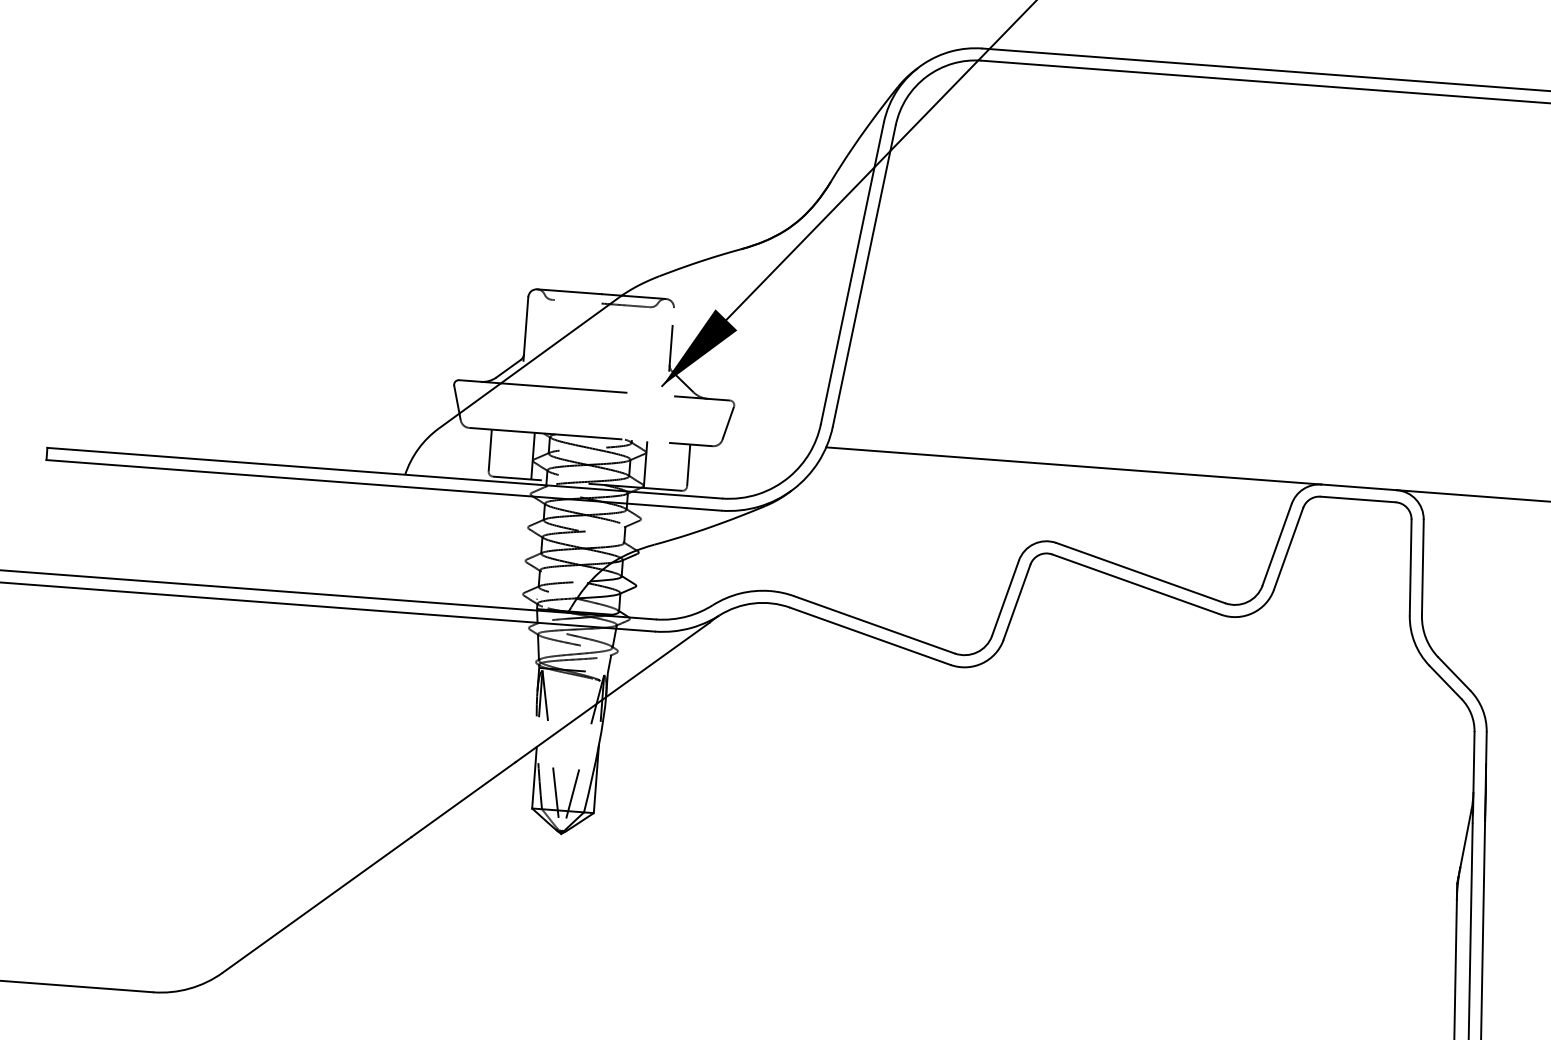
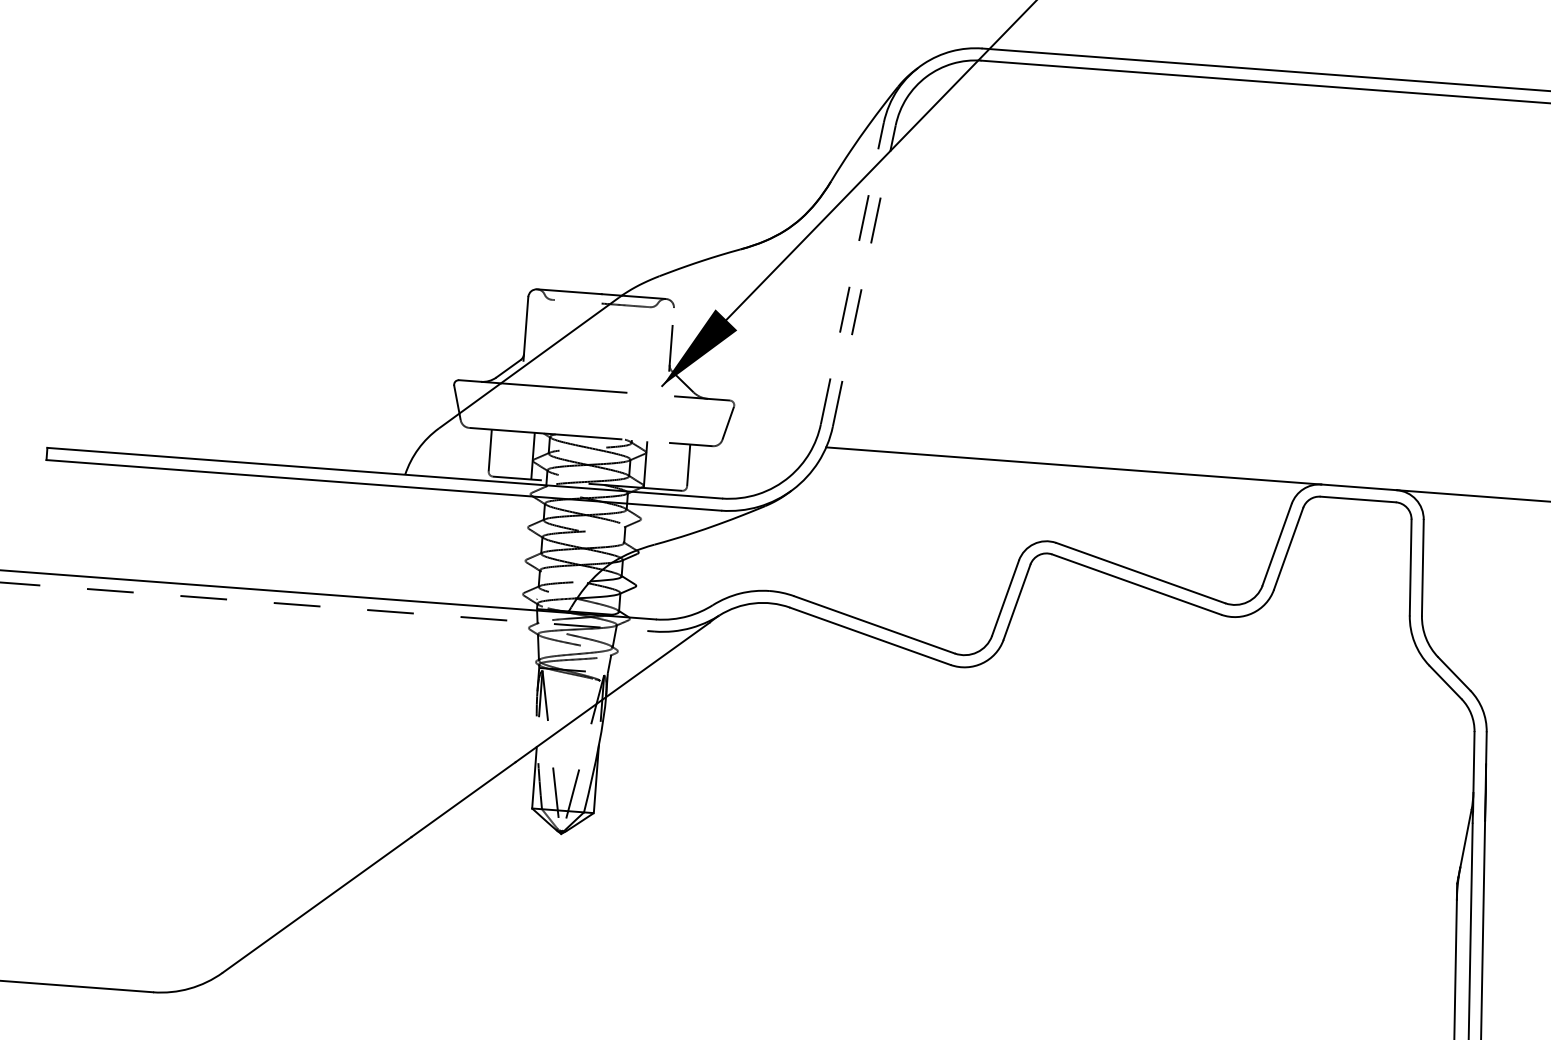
line at (852, 273): solid -> dashed
line at (864, 276): solid -> dashed
line at (327, 607): solid -> dashed
